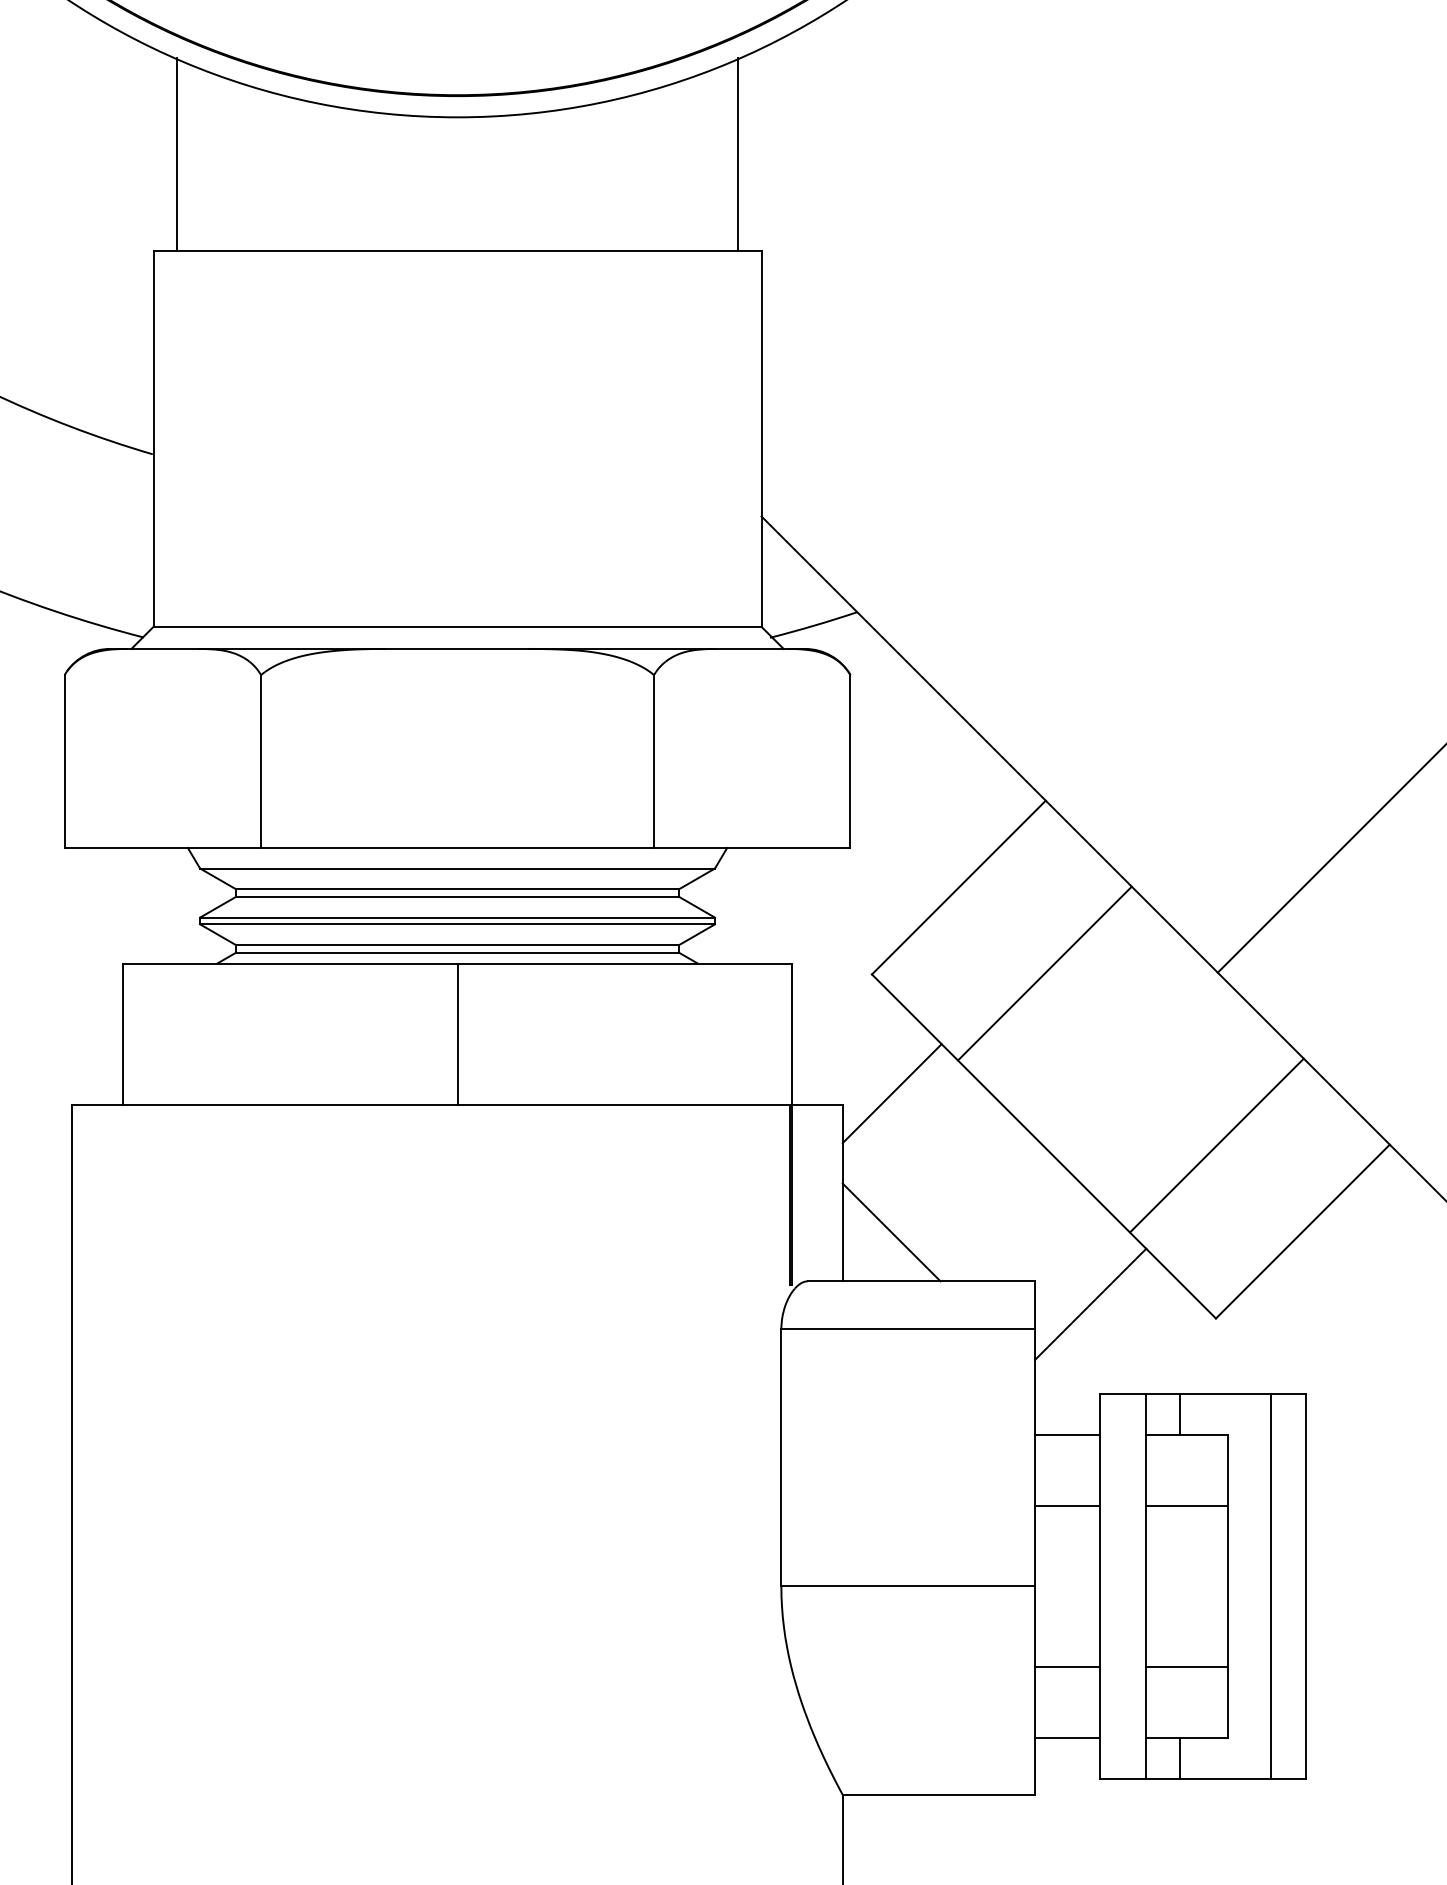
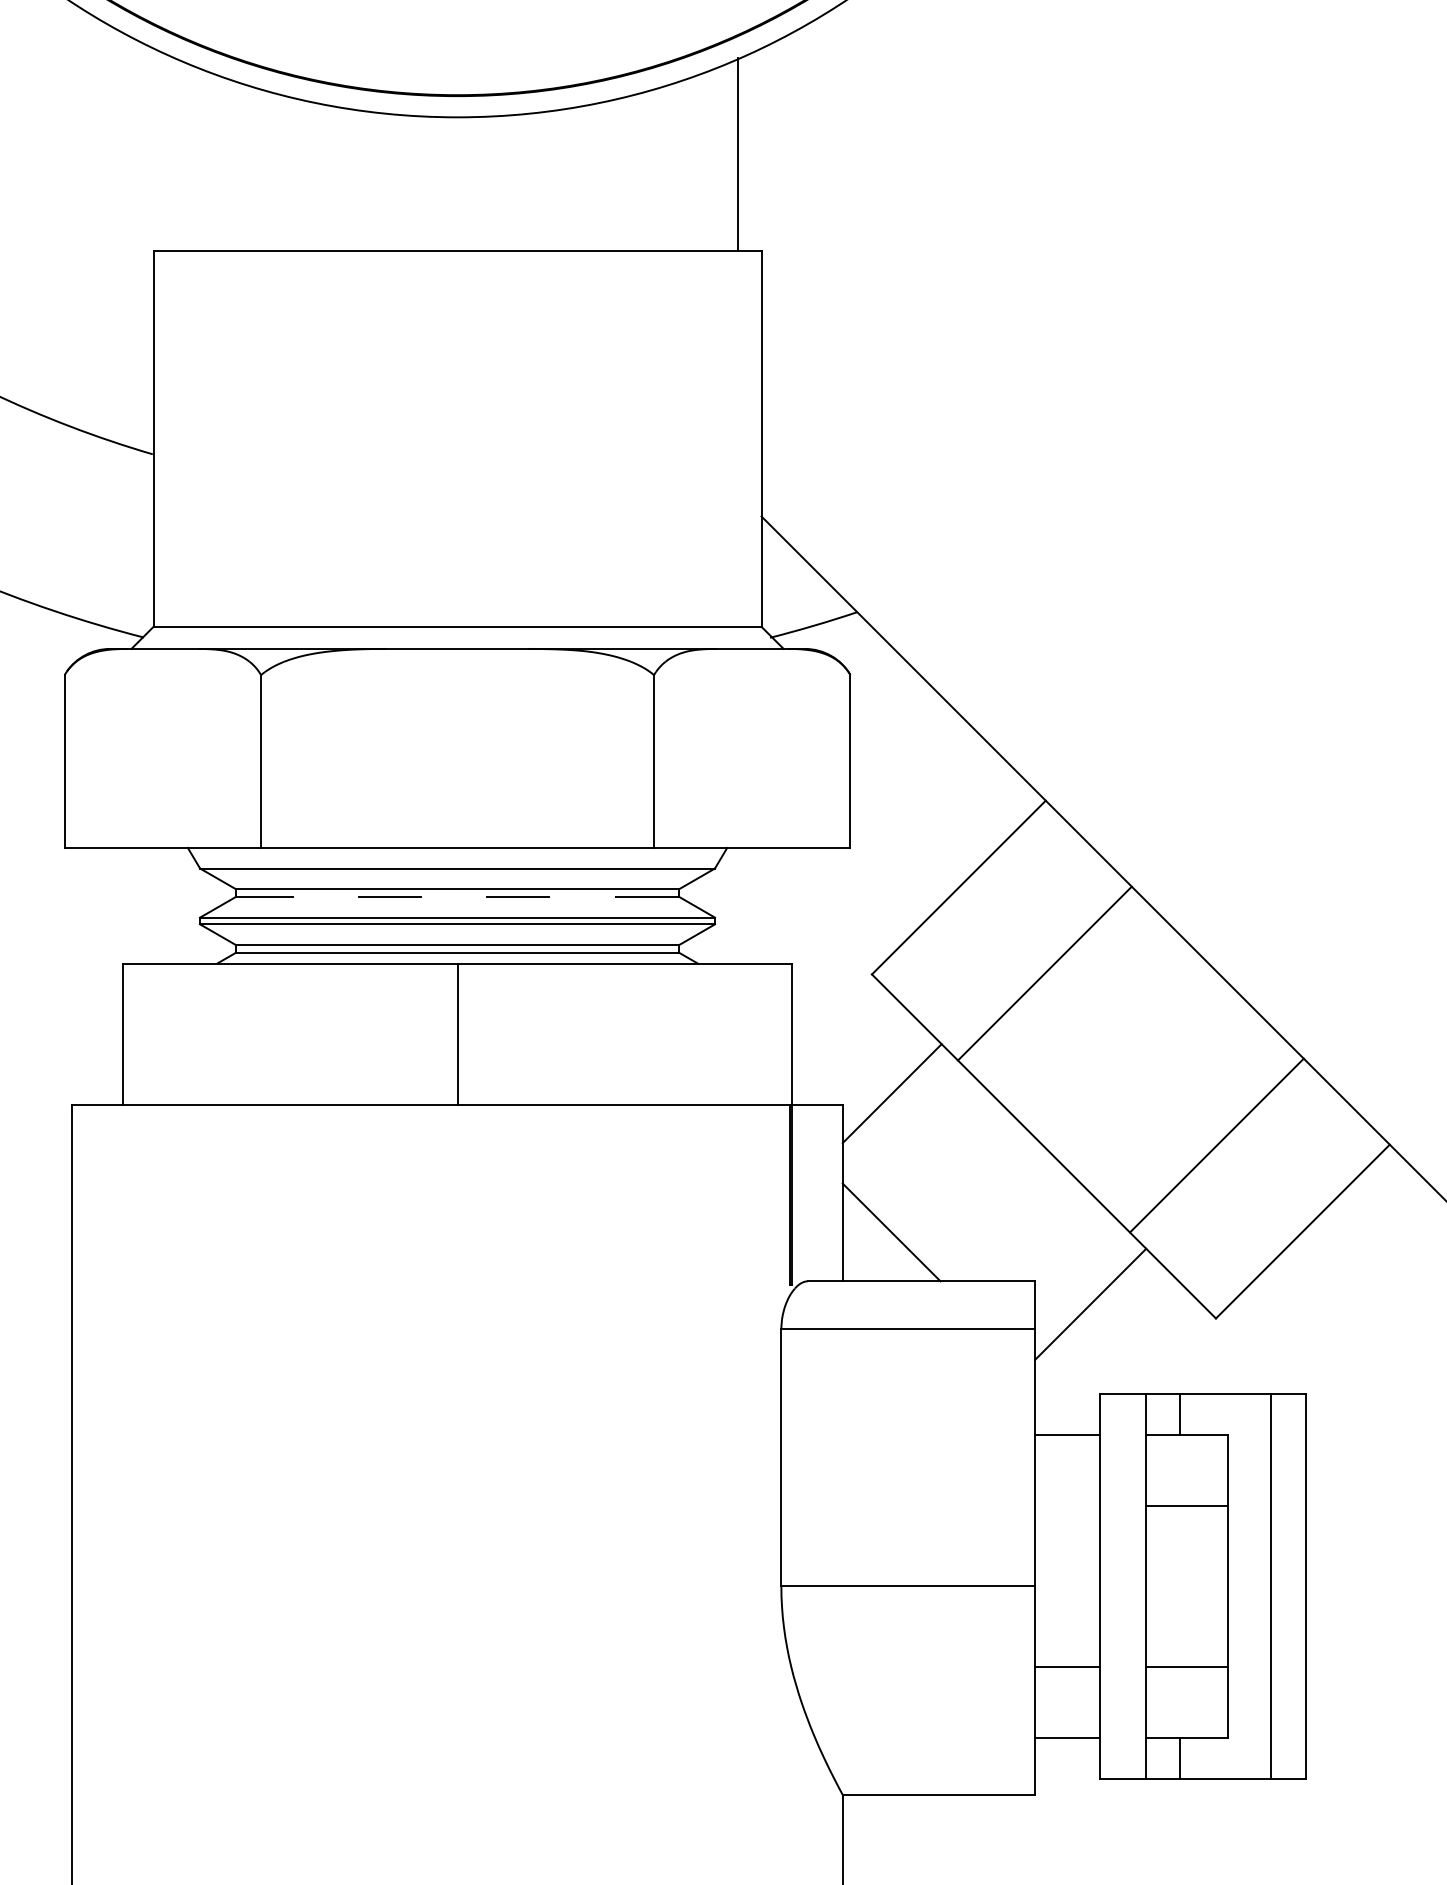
line at (176, 154): present -> none
line at (1330, 859): present -> none
line at (457, 896): solid -> dashed
line at (1067, 1505): present -> none
